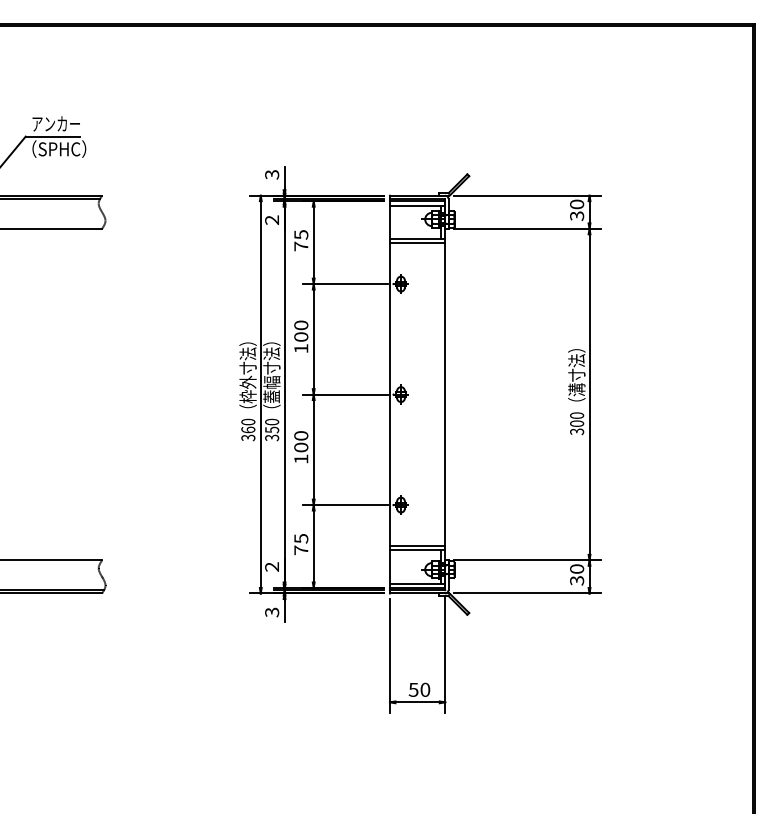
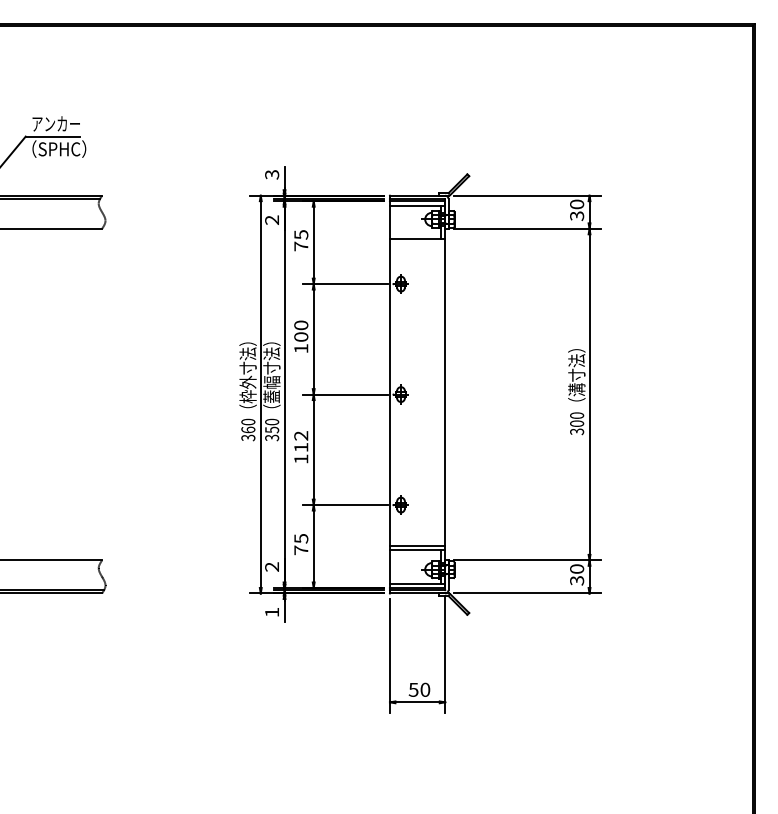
line at (417, 243): present -> none
text at (301, 441): 100 -> 112
text at (272, 612): 3 -> 1
